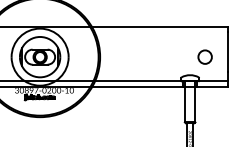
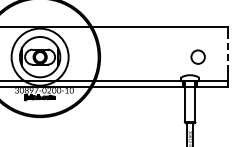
line at (227, 52): solid -> dashed
circle at (204, 56) position: (204, 56) -> (197, 56)
